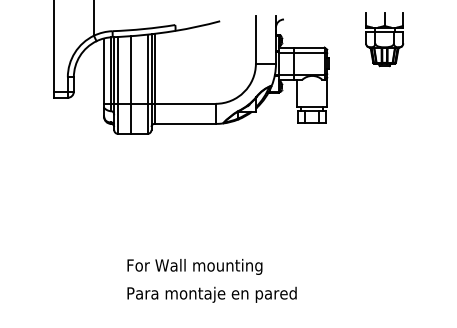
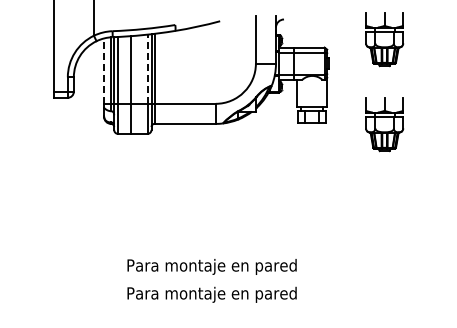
line at (147, 69): solid -> dashed
line at (104, 71): solid -> dashed
part at (384, 124): none -> present
text at (212, 266): For Wall mounting -> Para montaje en pared
